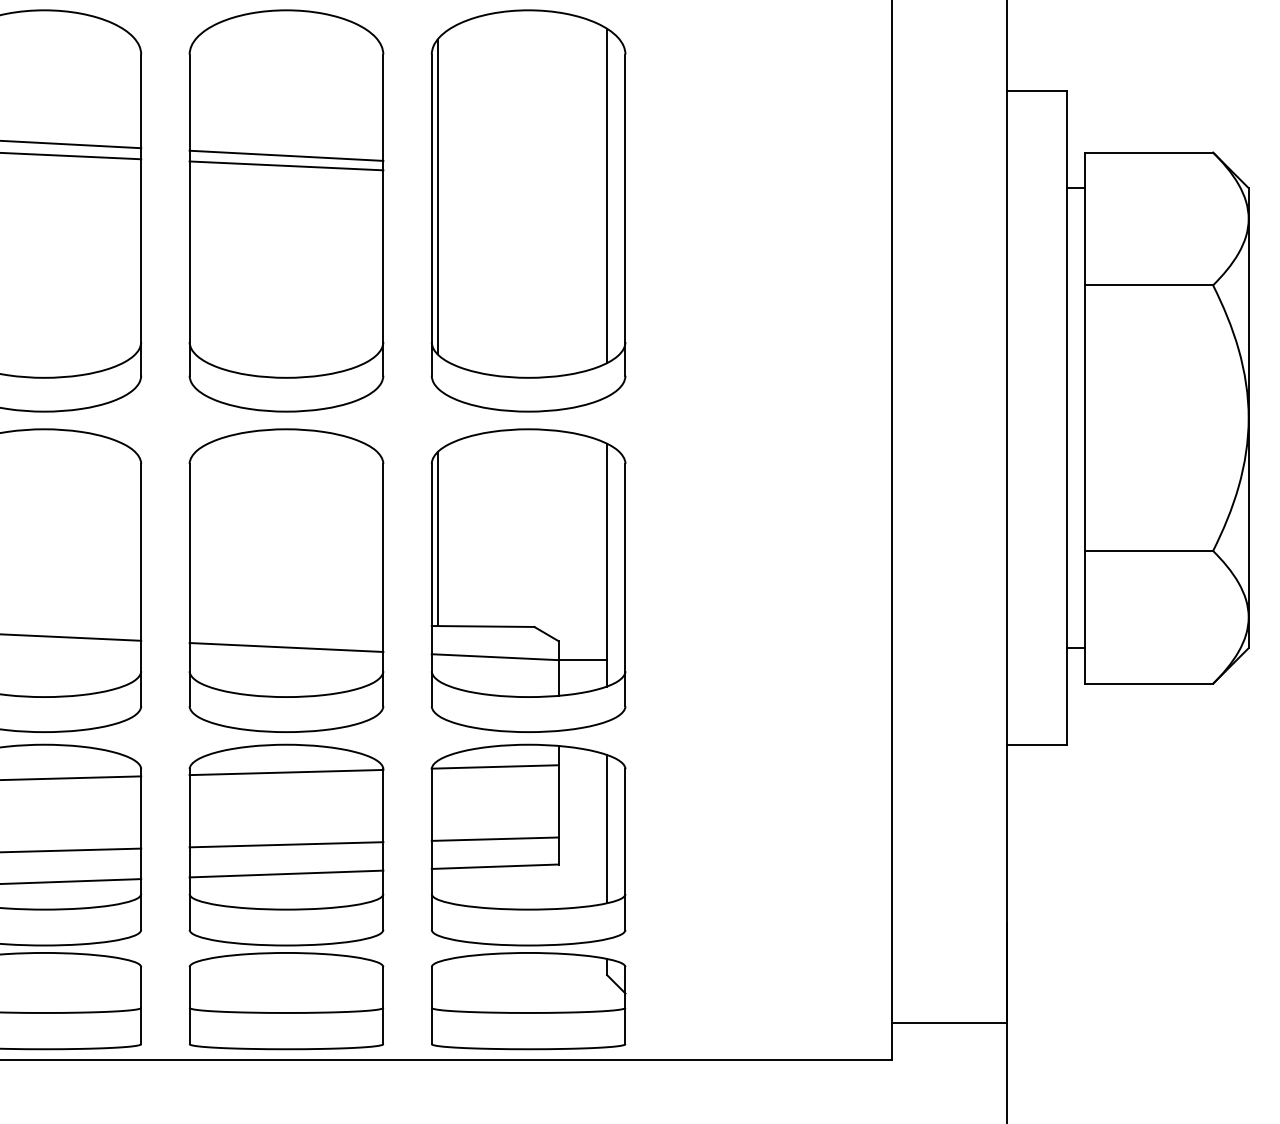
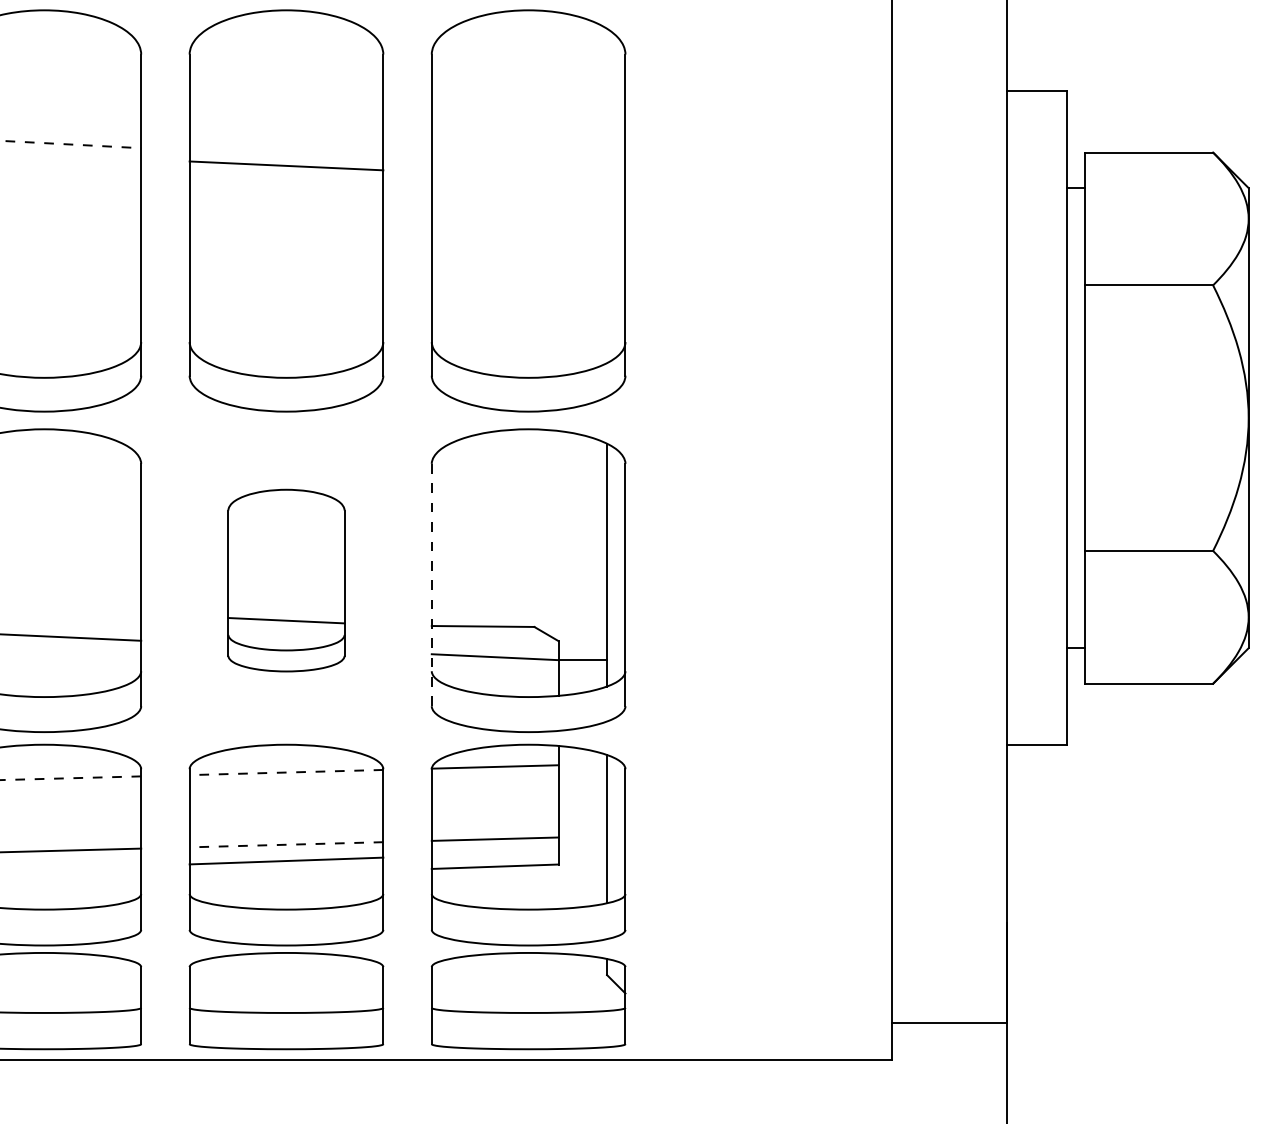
line at (71, 144): solid -> dashed
line at (286, 155): present -> none
line at (71, 156): present -> none
line at (607, 195): present -> none
line at (437, 196): present -> none
line at (437, 539): present -> none
part at (286, 580) size: 197x305 px -> 119x185 px
line at (431, 584): solid -> dashed
line at (286, 772): solid -> dashed
line at (70, 778): solid -> dashed
line at (286, 844): solid -> dashed
line at (286, 873) position: (286, 873) -> (286, 860)
line at (71, 881): present -> none
